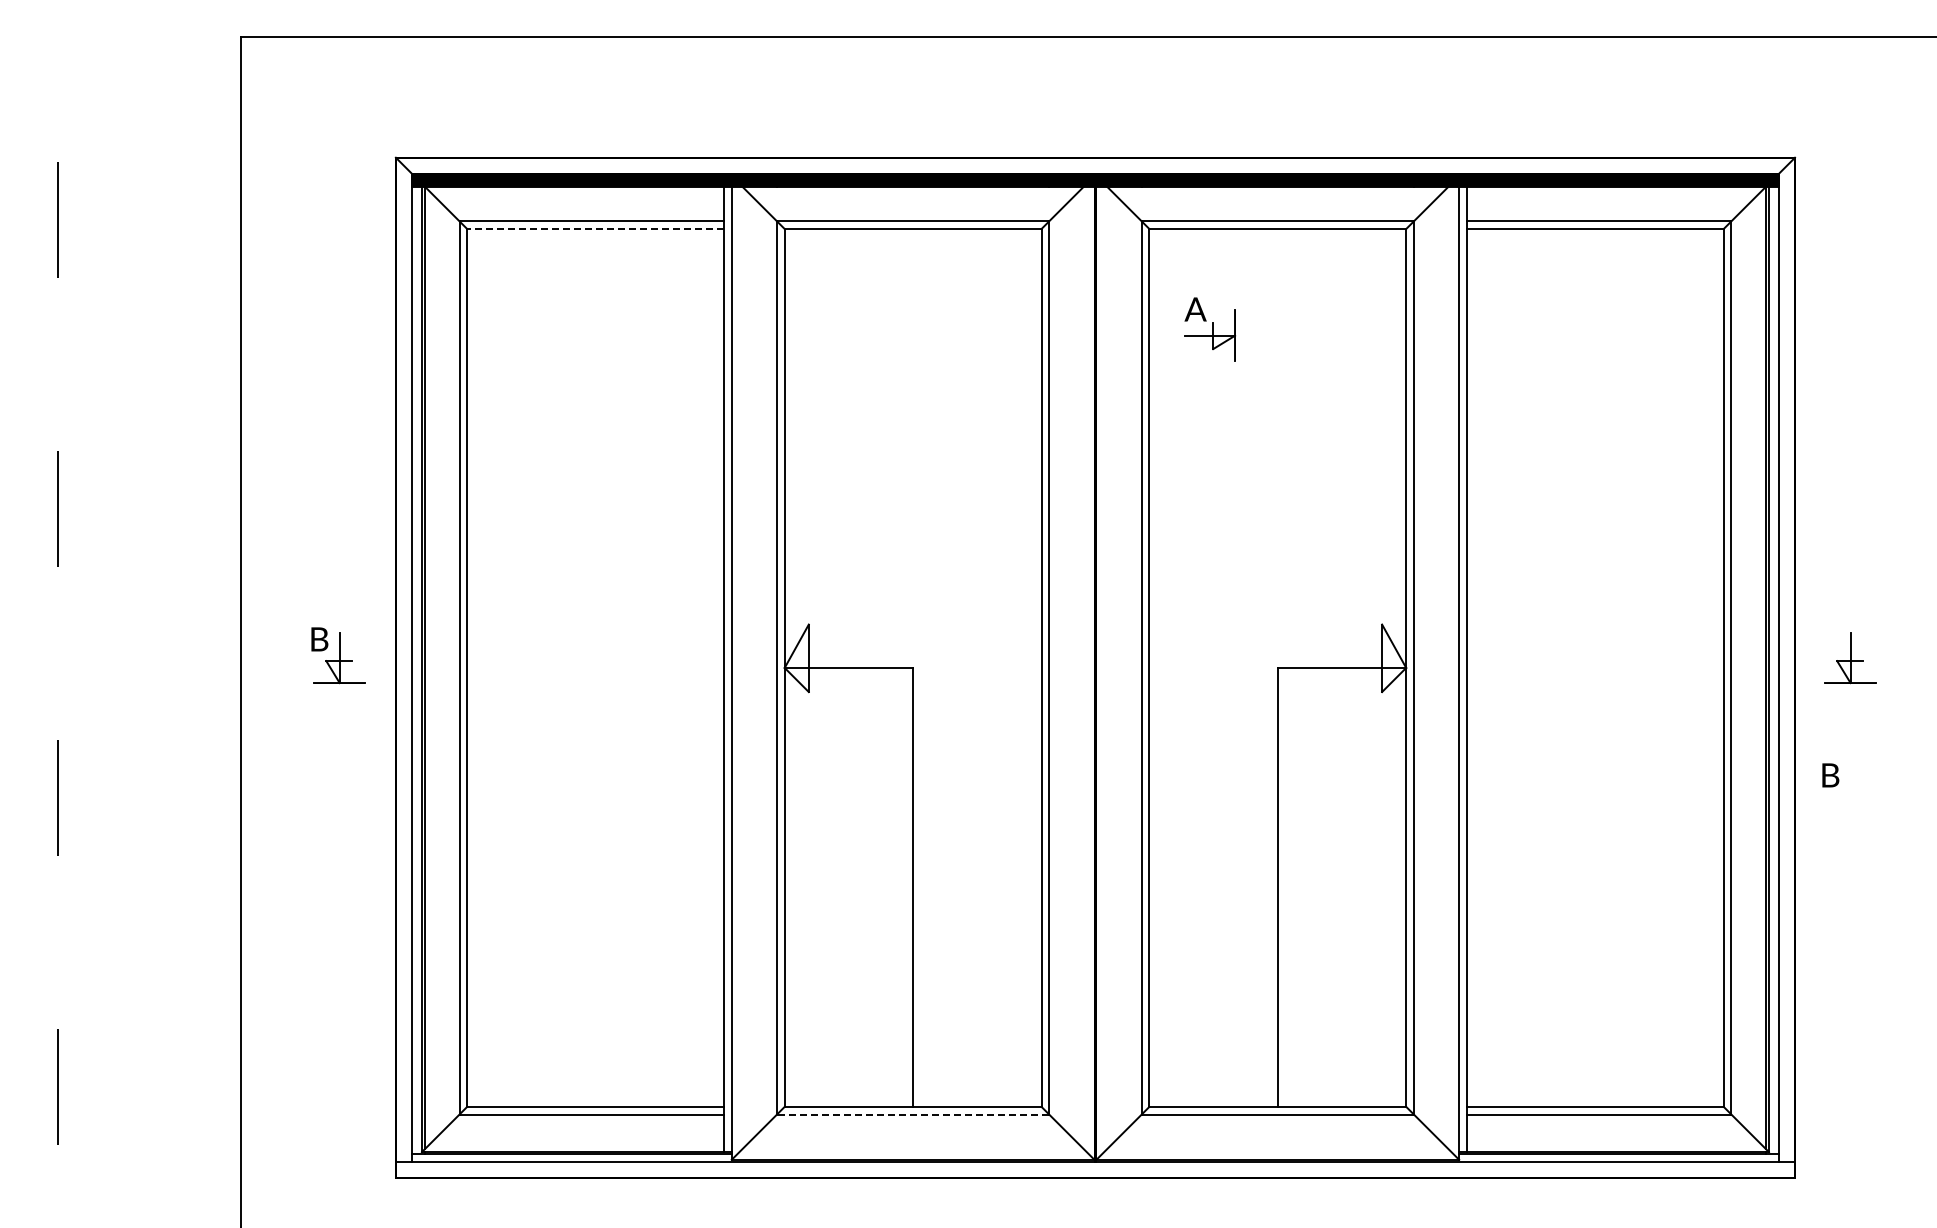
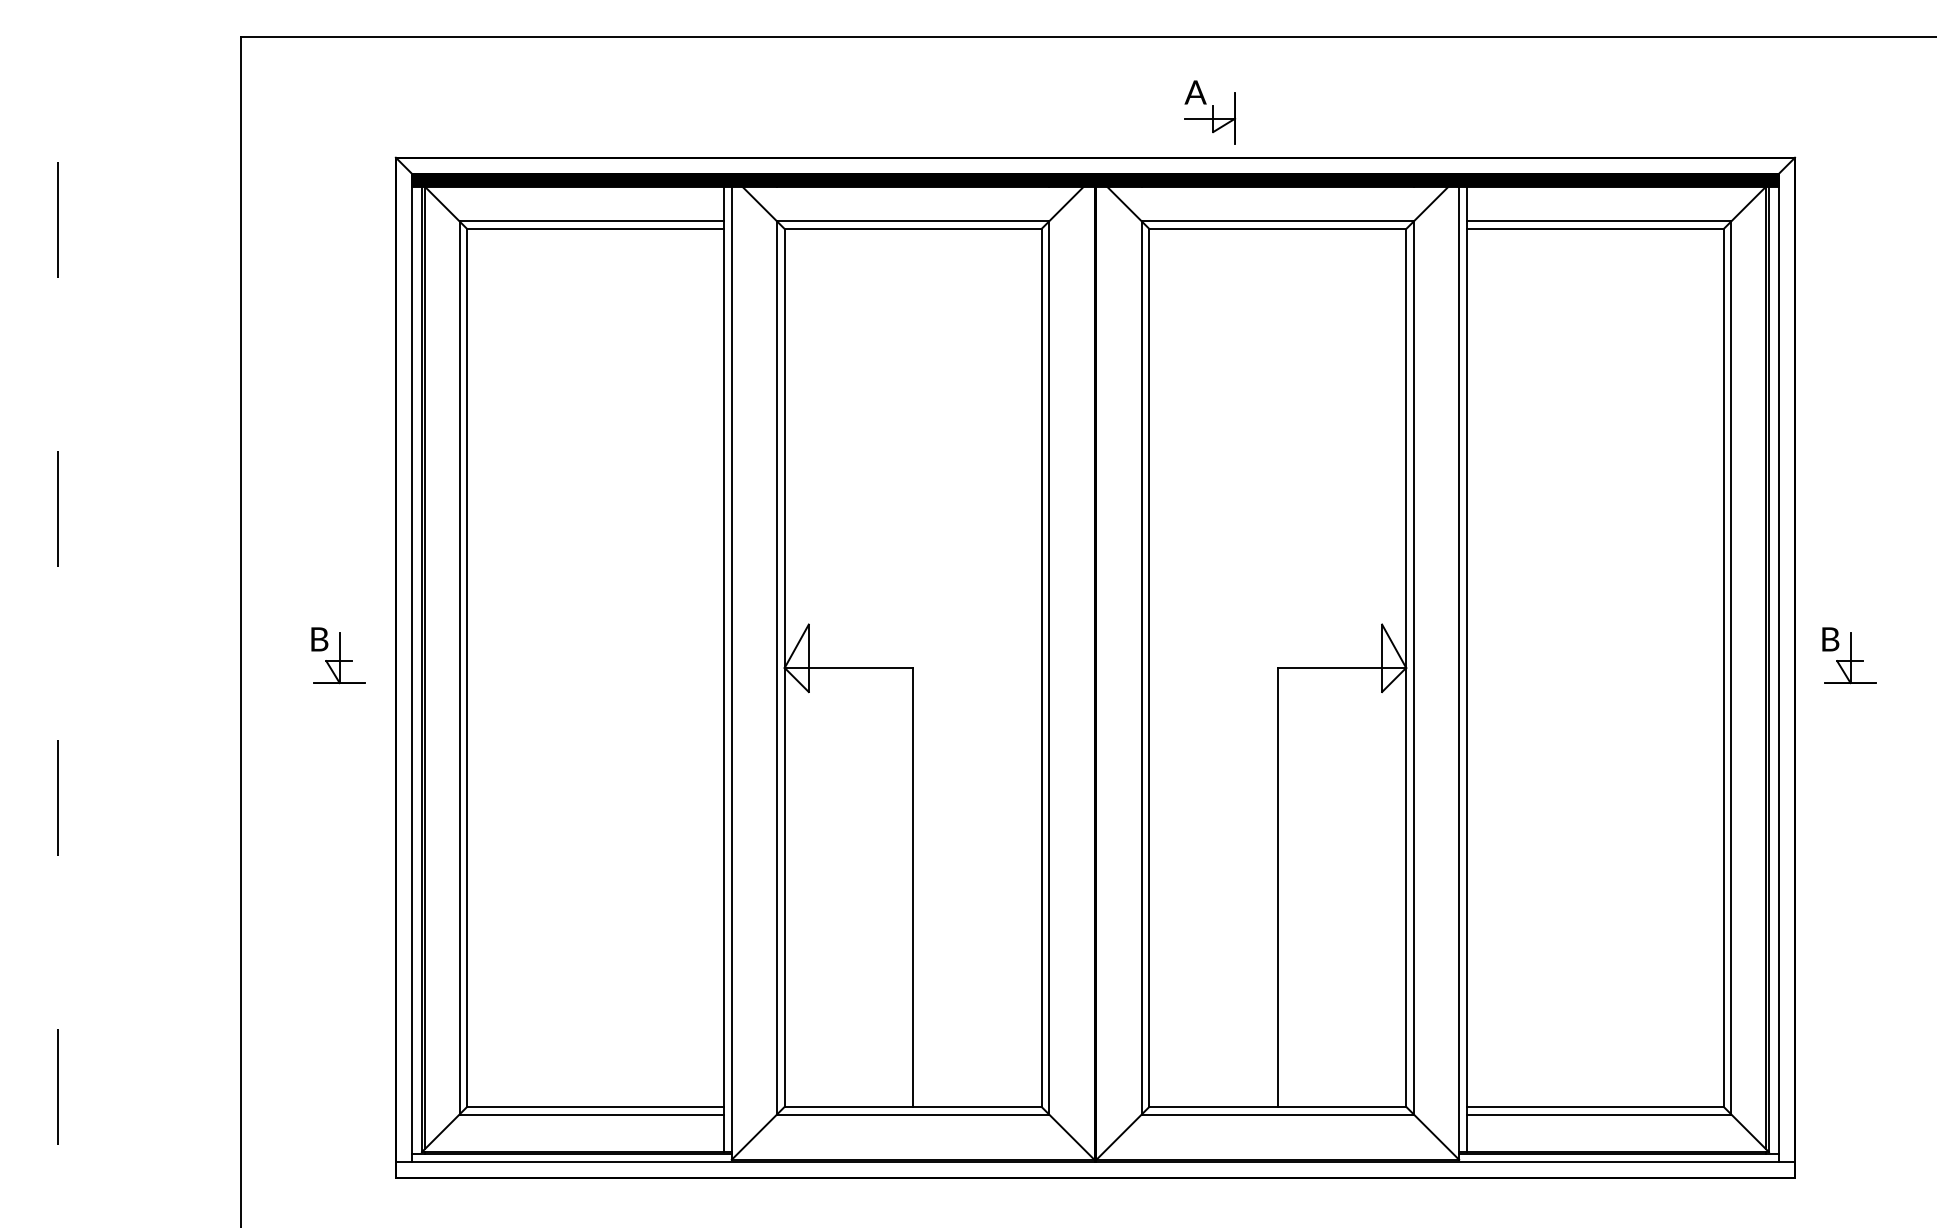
line at (595, 229): dashed -> solid
part at (1210, 329) position: (1210, 329) -> (1210, 112)
text at (1830, 775) position: (1830, 775) -> (1830, 639)
line at (912, 1114): dashed -> solid
